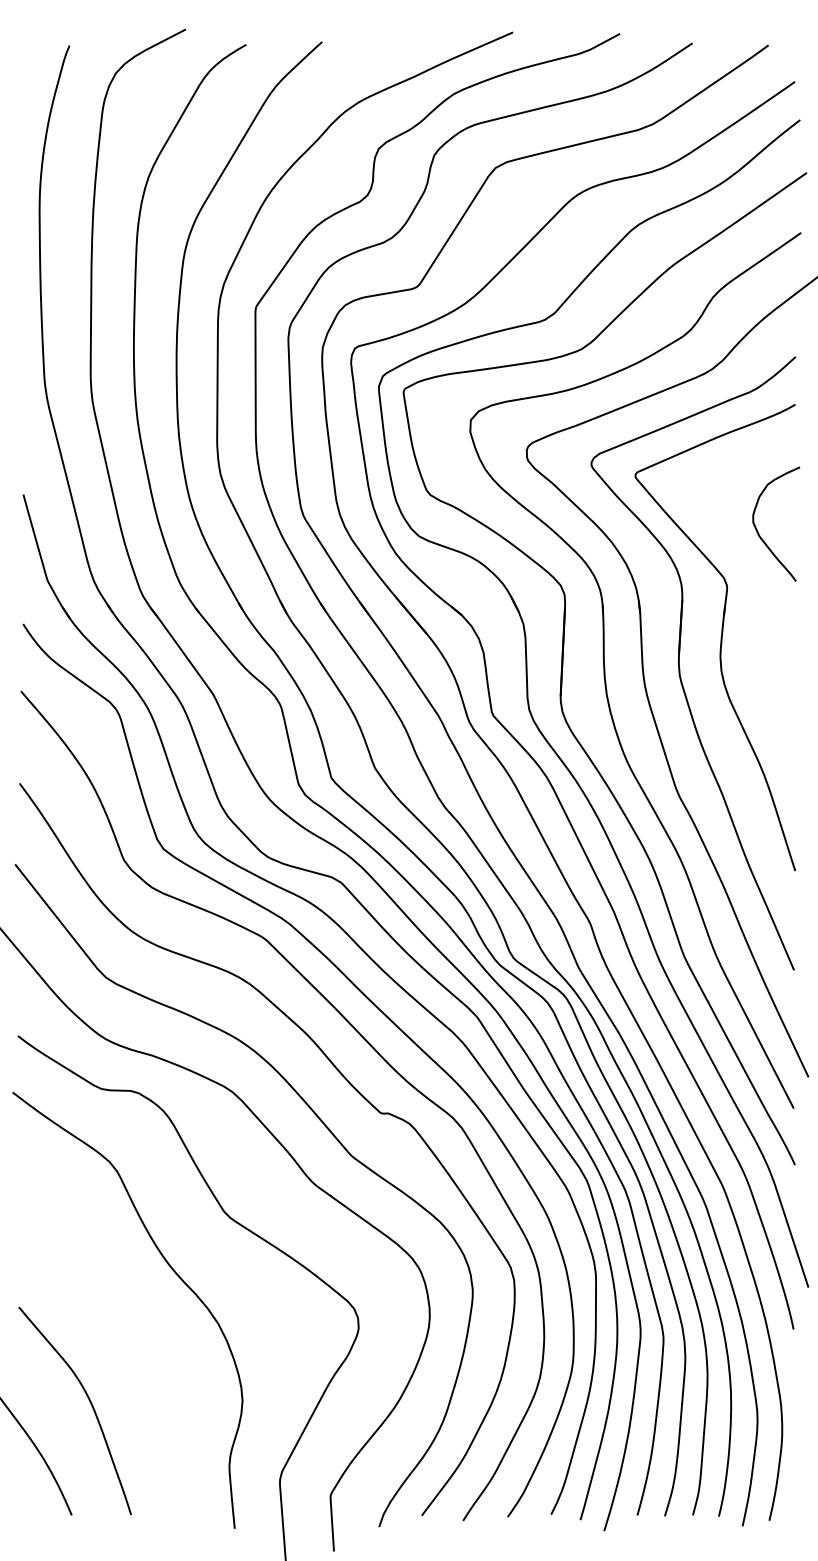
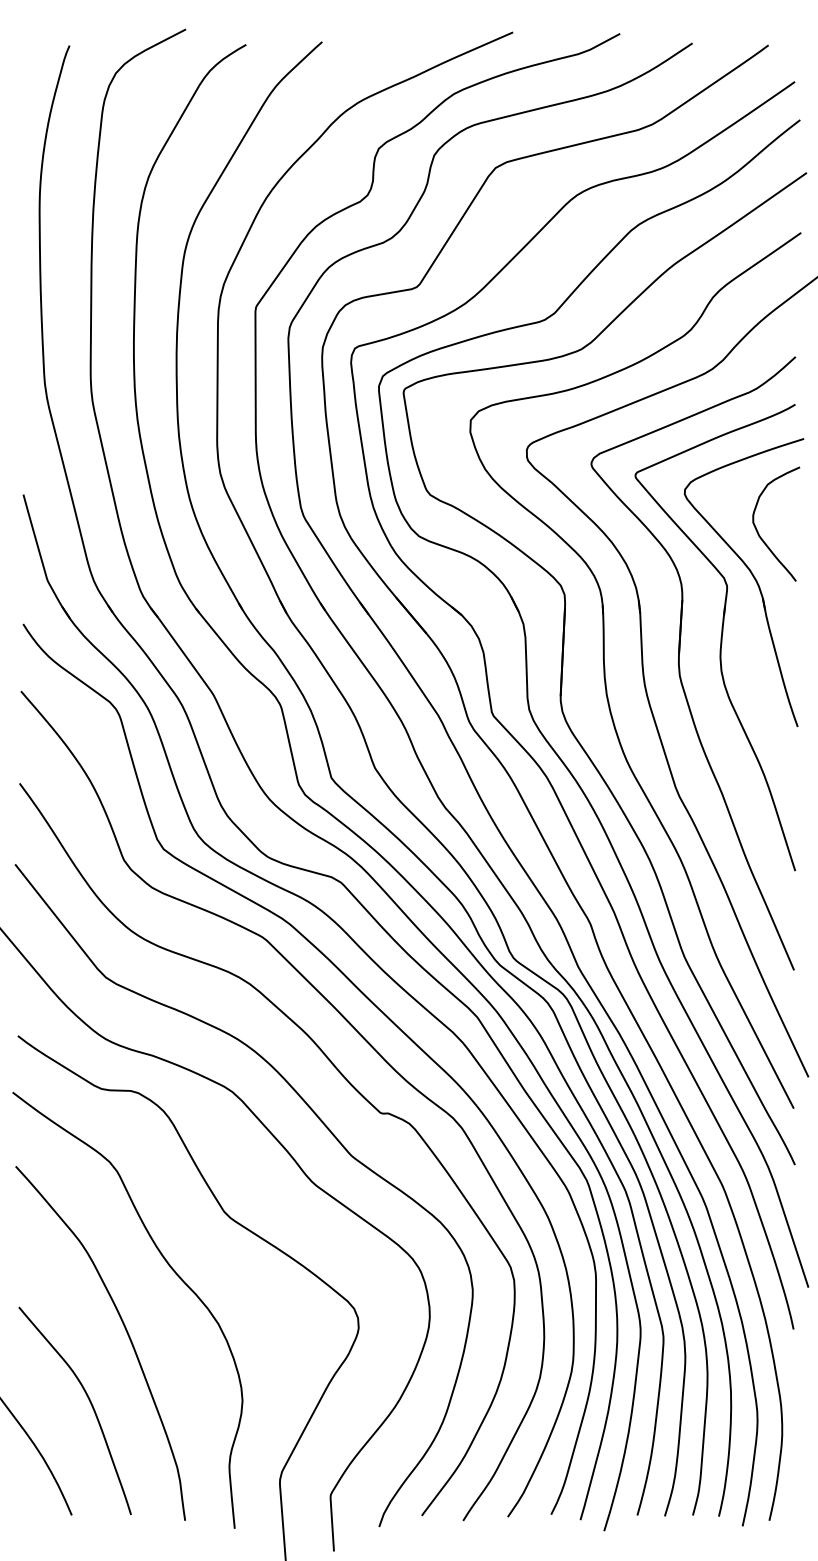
part at (753, 578): none -> present
curve at (126, 1333): none -> present
